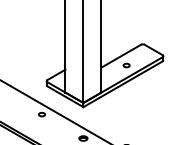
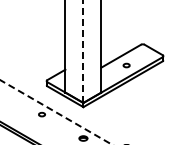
line at (83, 51): solid -> dashed
line at (56, 112): solid -> dashed
